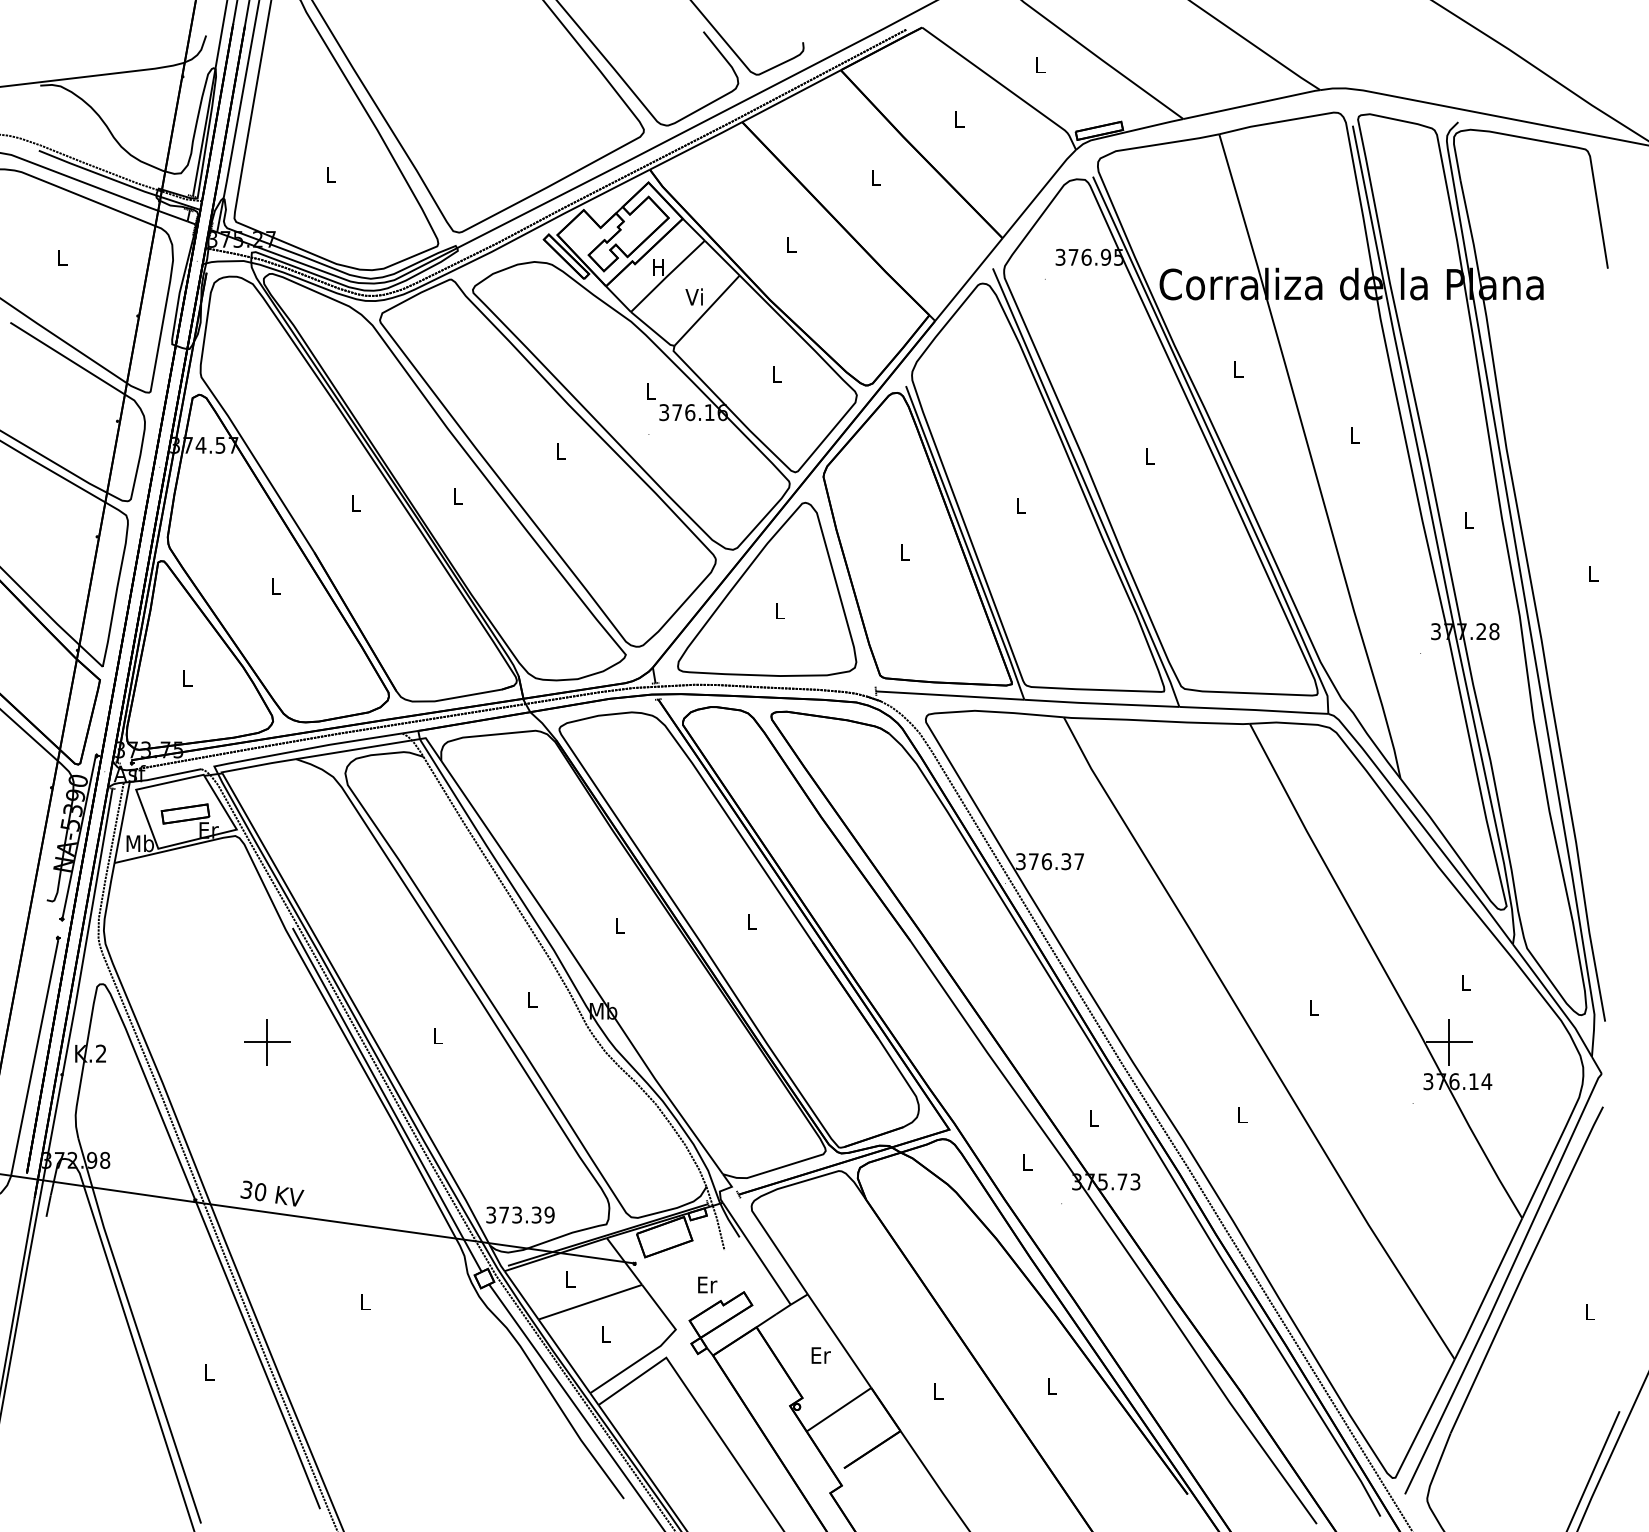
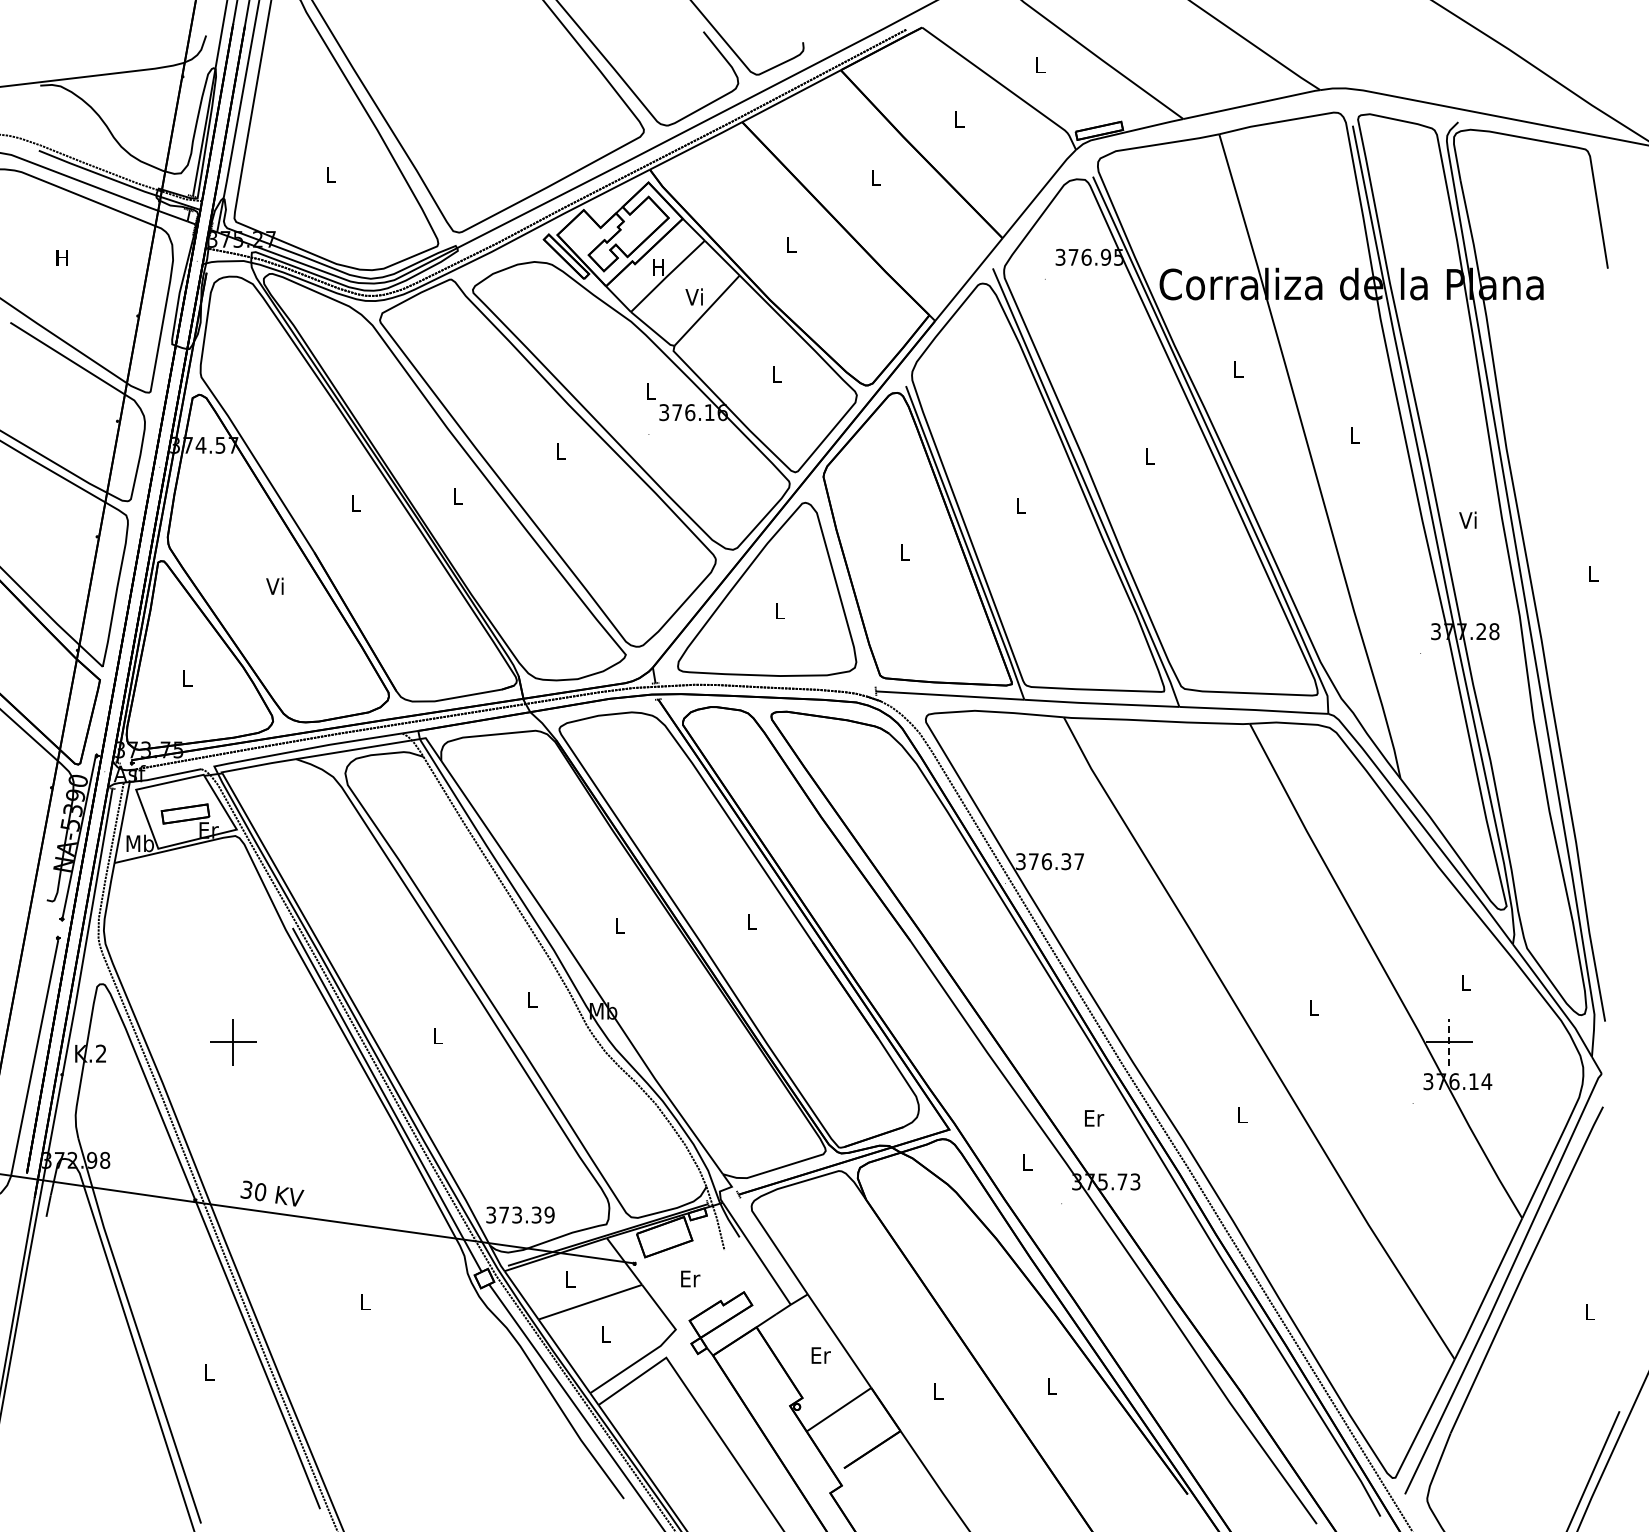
text at (61, 257): L -> H
text at (1467, 519): L -> Vi
text at (274, 585): L -> Vi
part at (267, 1042) position: (267, 1042) -> (233, 1042)
line at (1449, 1042): solid -> dashed
text at (1094, 1118): L -> Er
text at (707, 1284) position: (707, 1284) -> (690, 1278)
